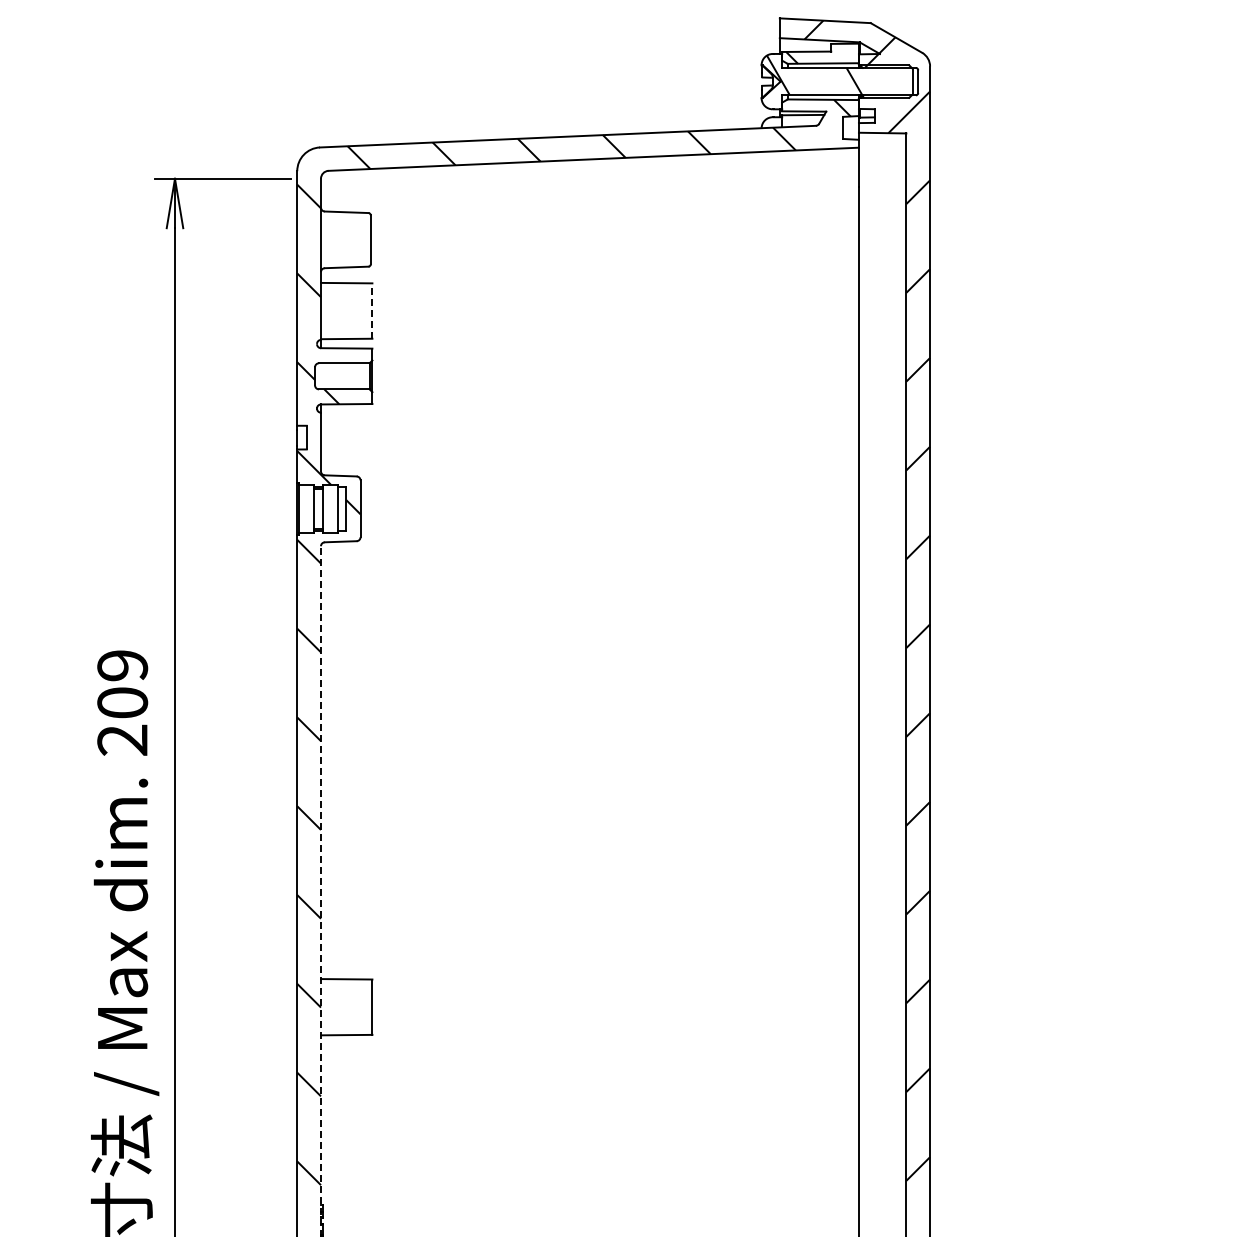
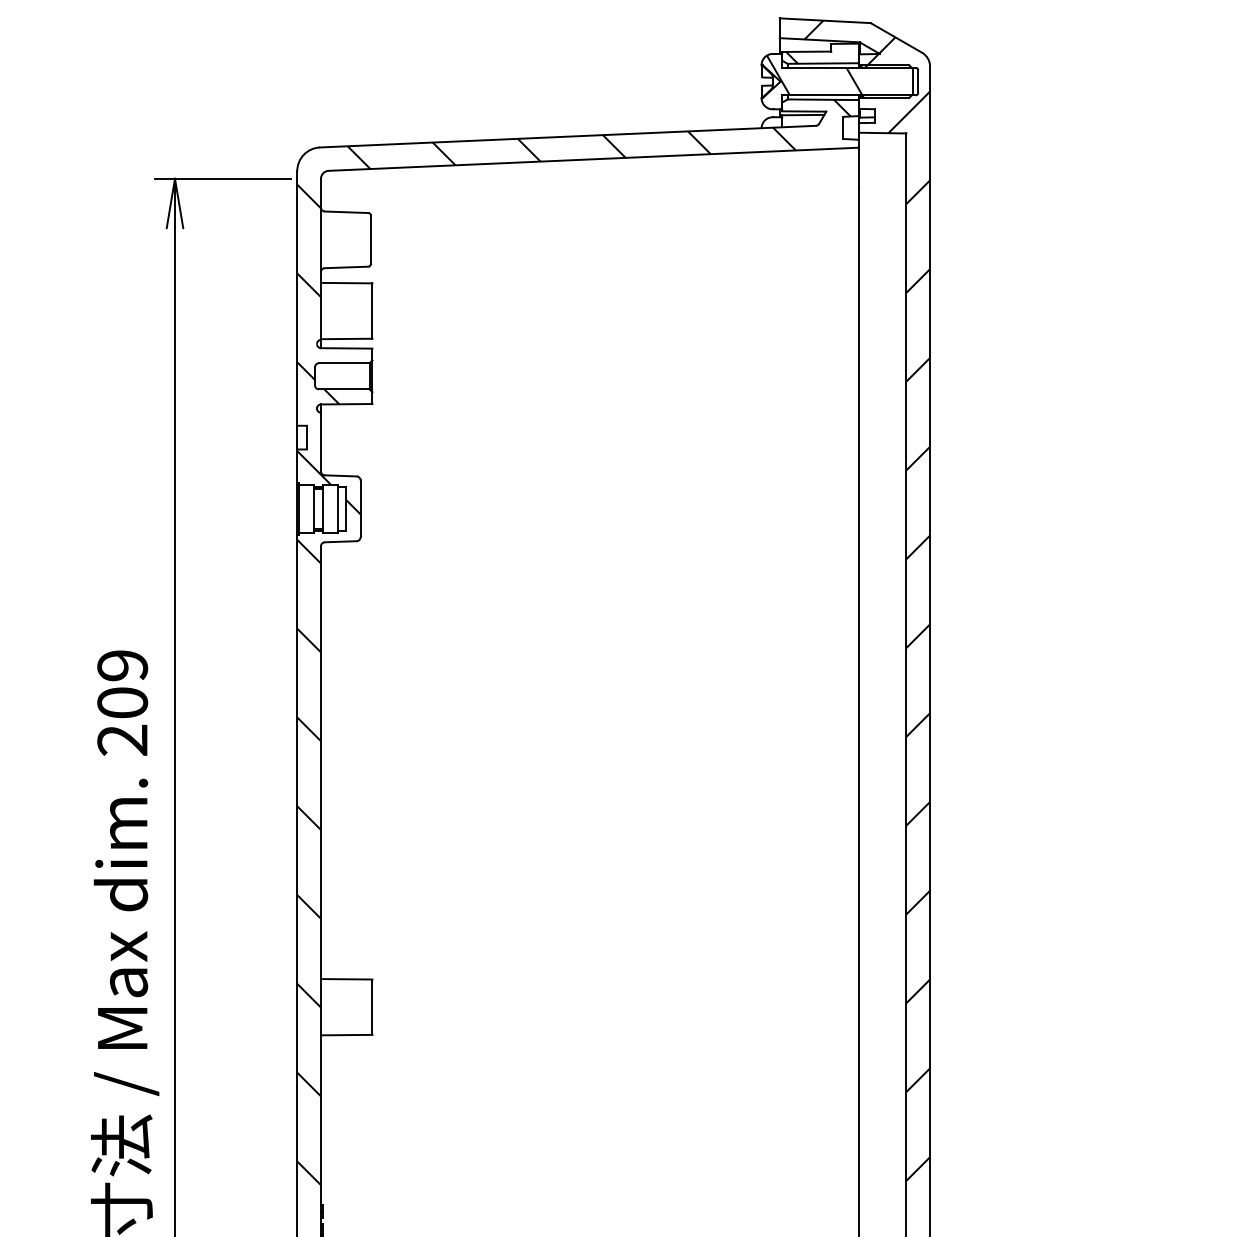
line at (372, 311): dashed -> solid
line at (320, 891): dashed -> solid
